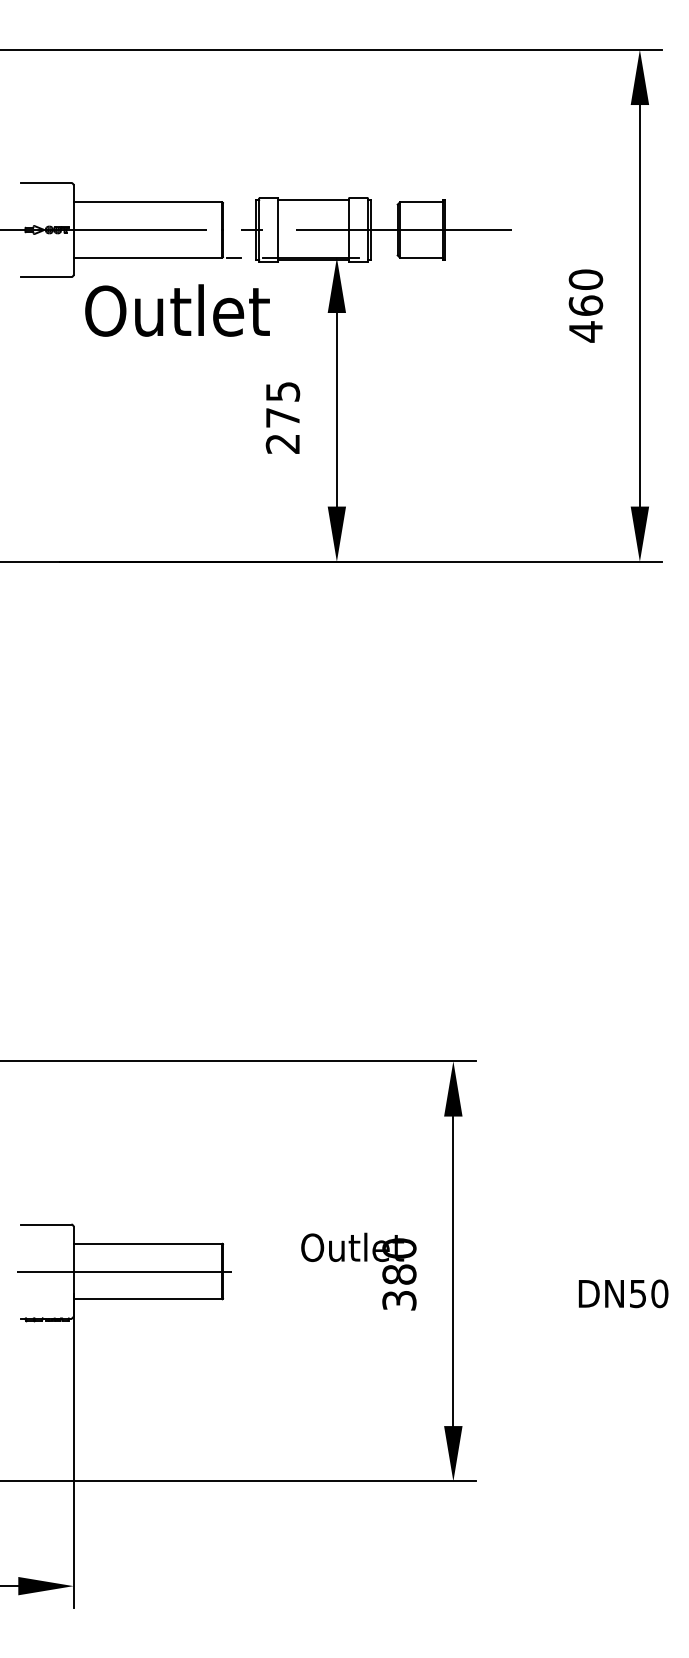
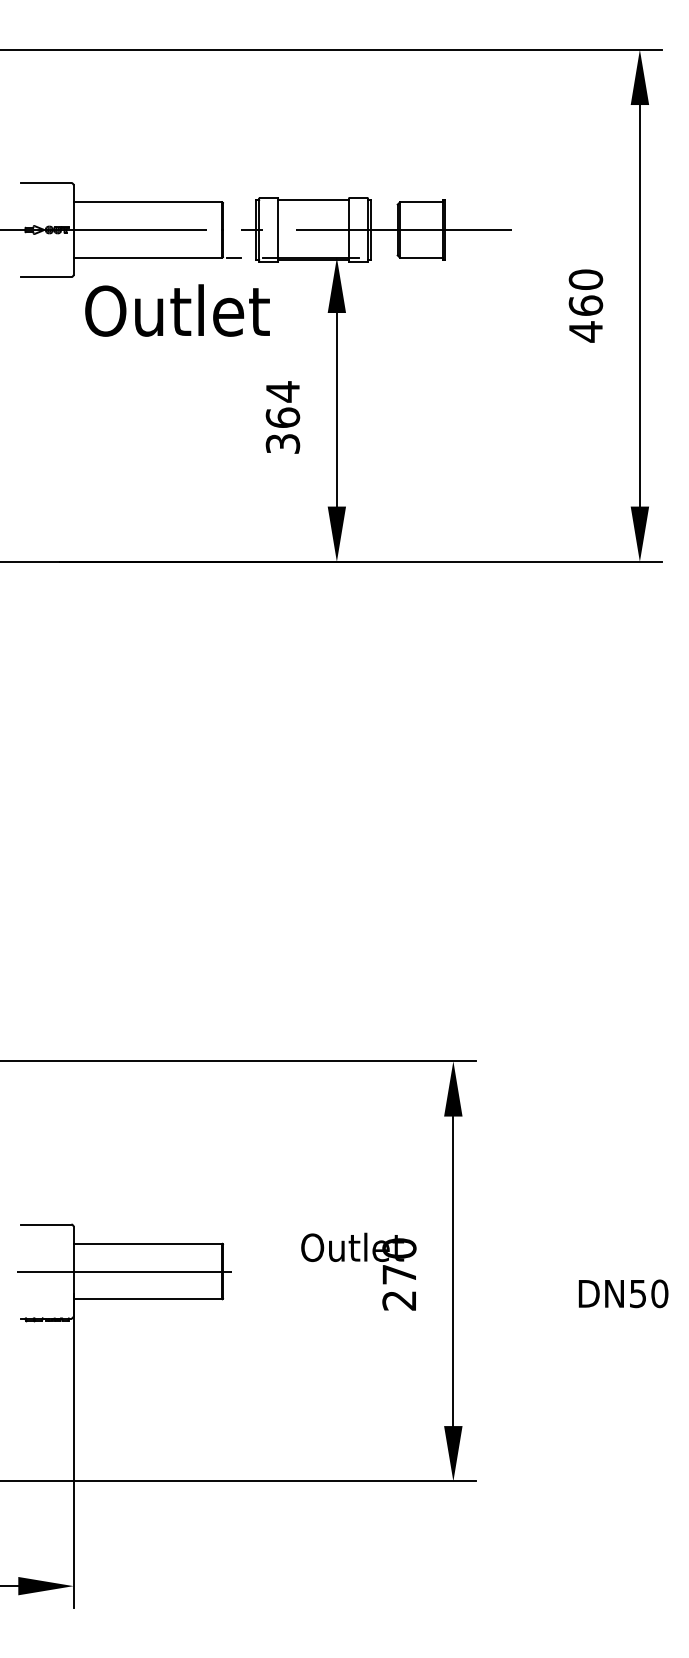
text at (282, 417): 275 -> 364
text at (399, 1287): 380 -> 270
